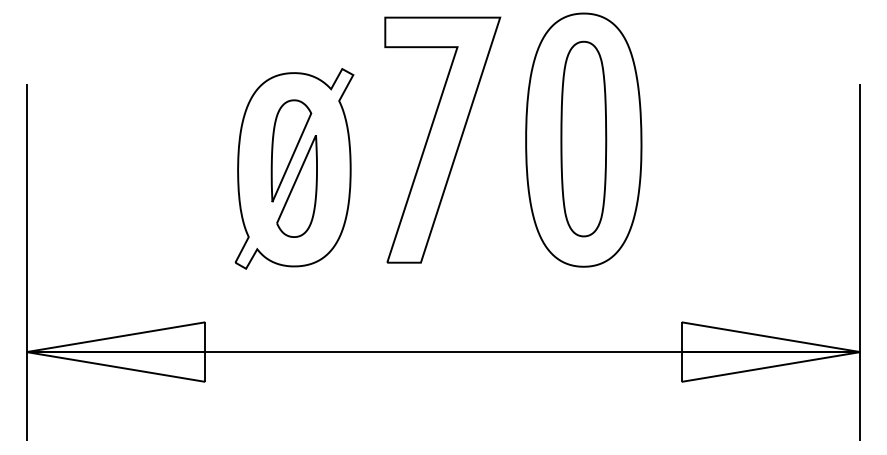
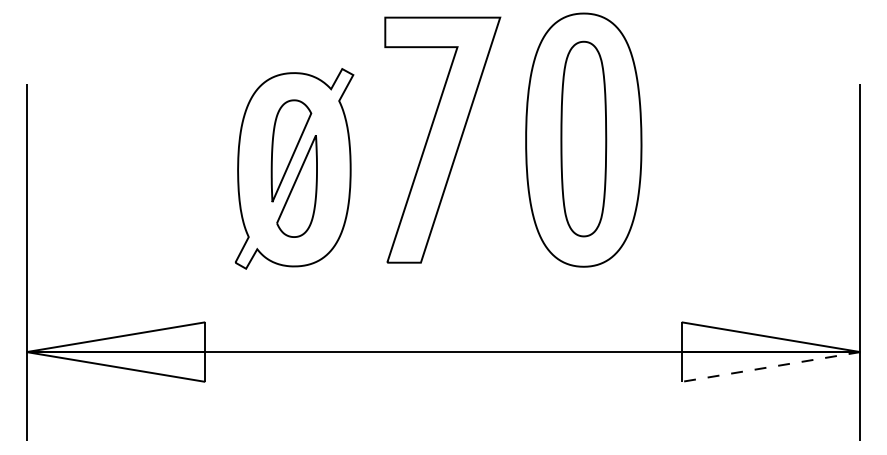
line at (771, 366): solid -> dashed
